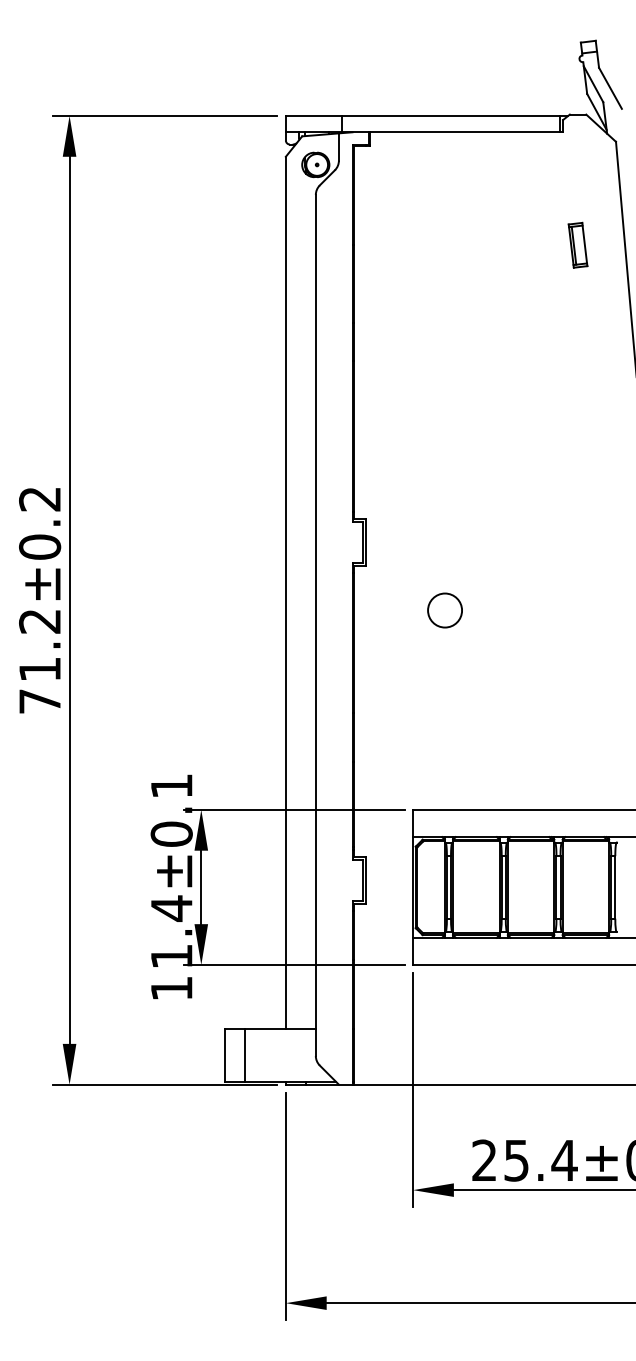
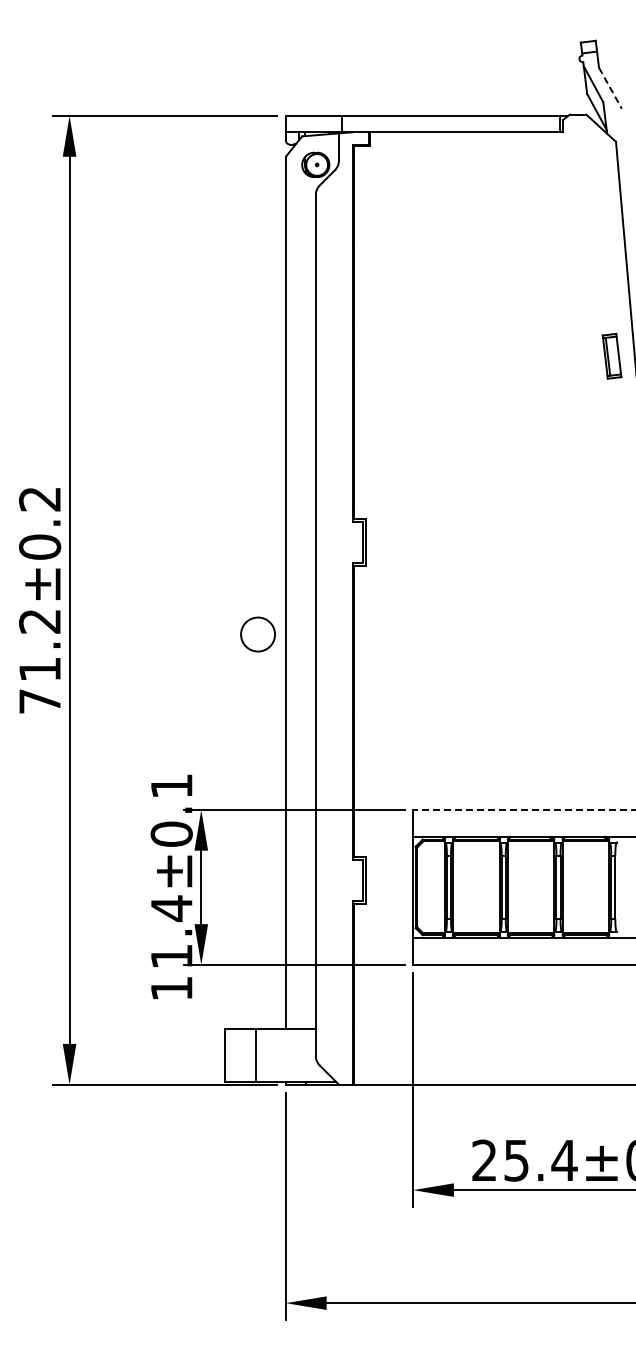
line at (610, 88): solid -> dashed
part at (577, 244) position: (577, 244) -> (611, 355)
circle at (444, 610) position: (444, 610) -> (257, 634)
line at (523, 809): solid -> dashed
line at (245, 1055) position: (245, 1055) -> (256, 1055)
